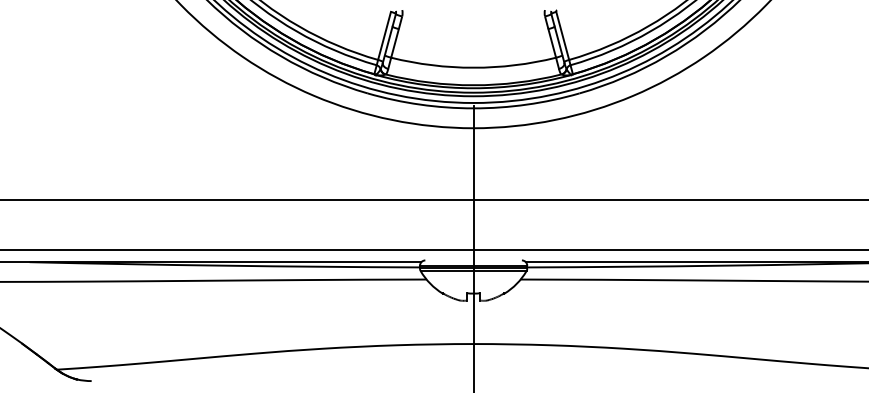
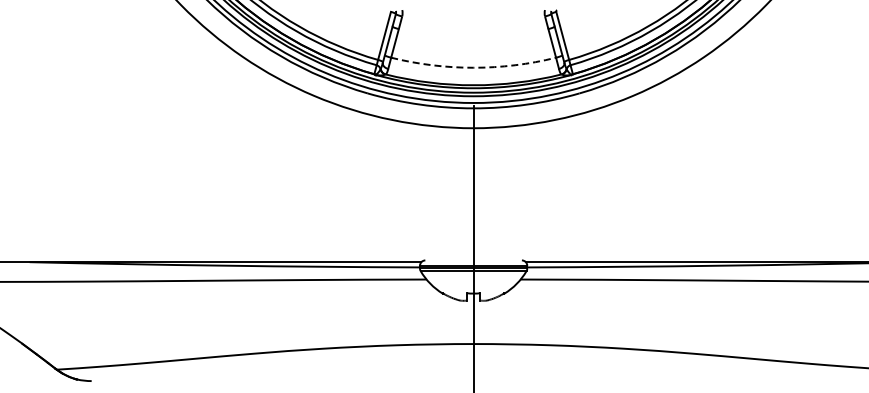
arc at (473, 67): solid -> dashed
line at (433, 199): present -> none
line at (433, 250): present -> none
